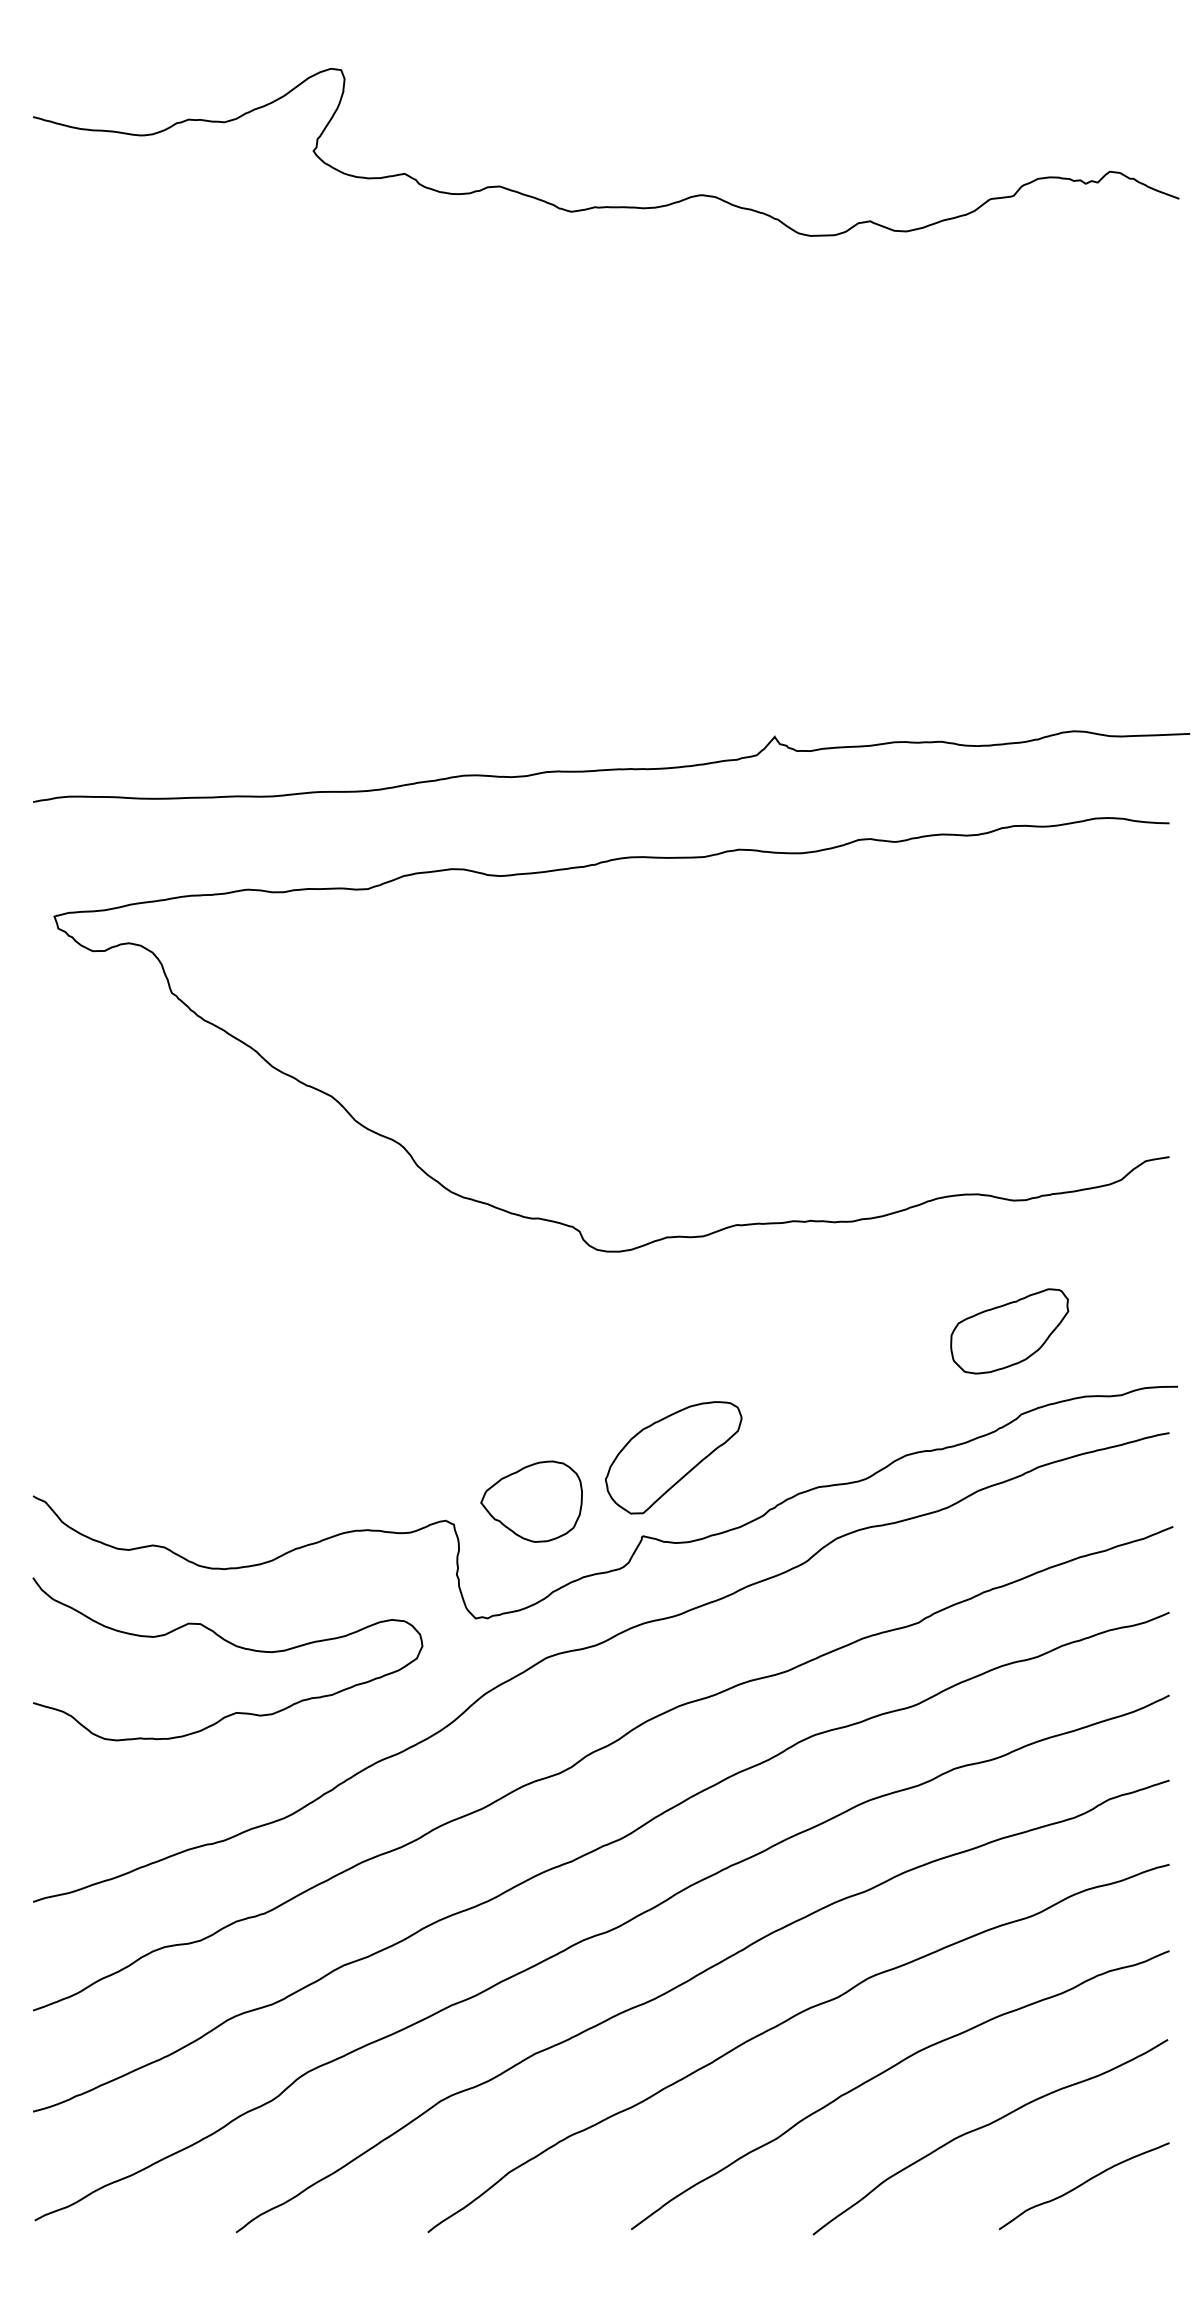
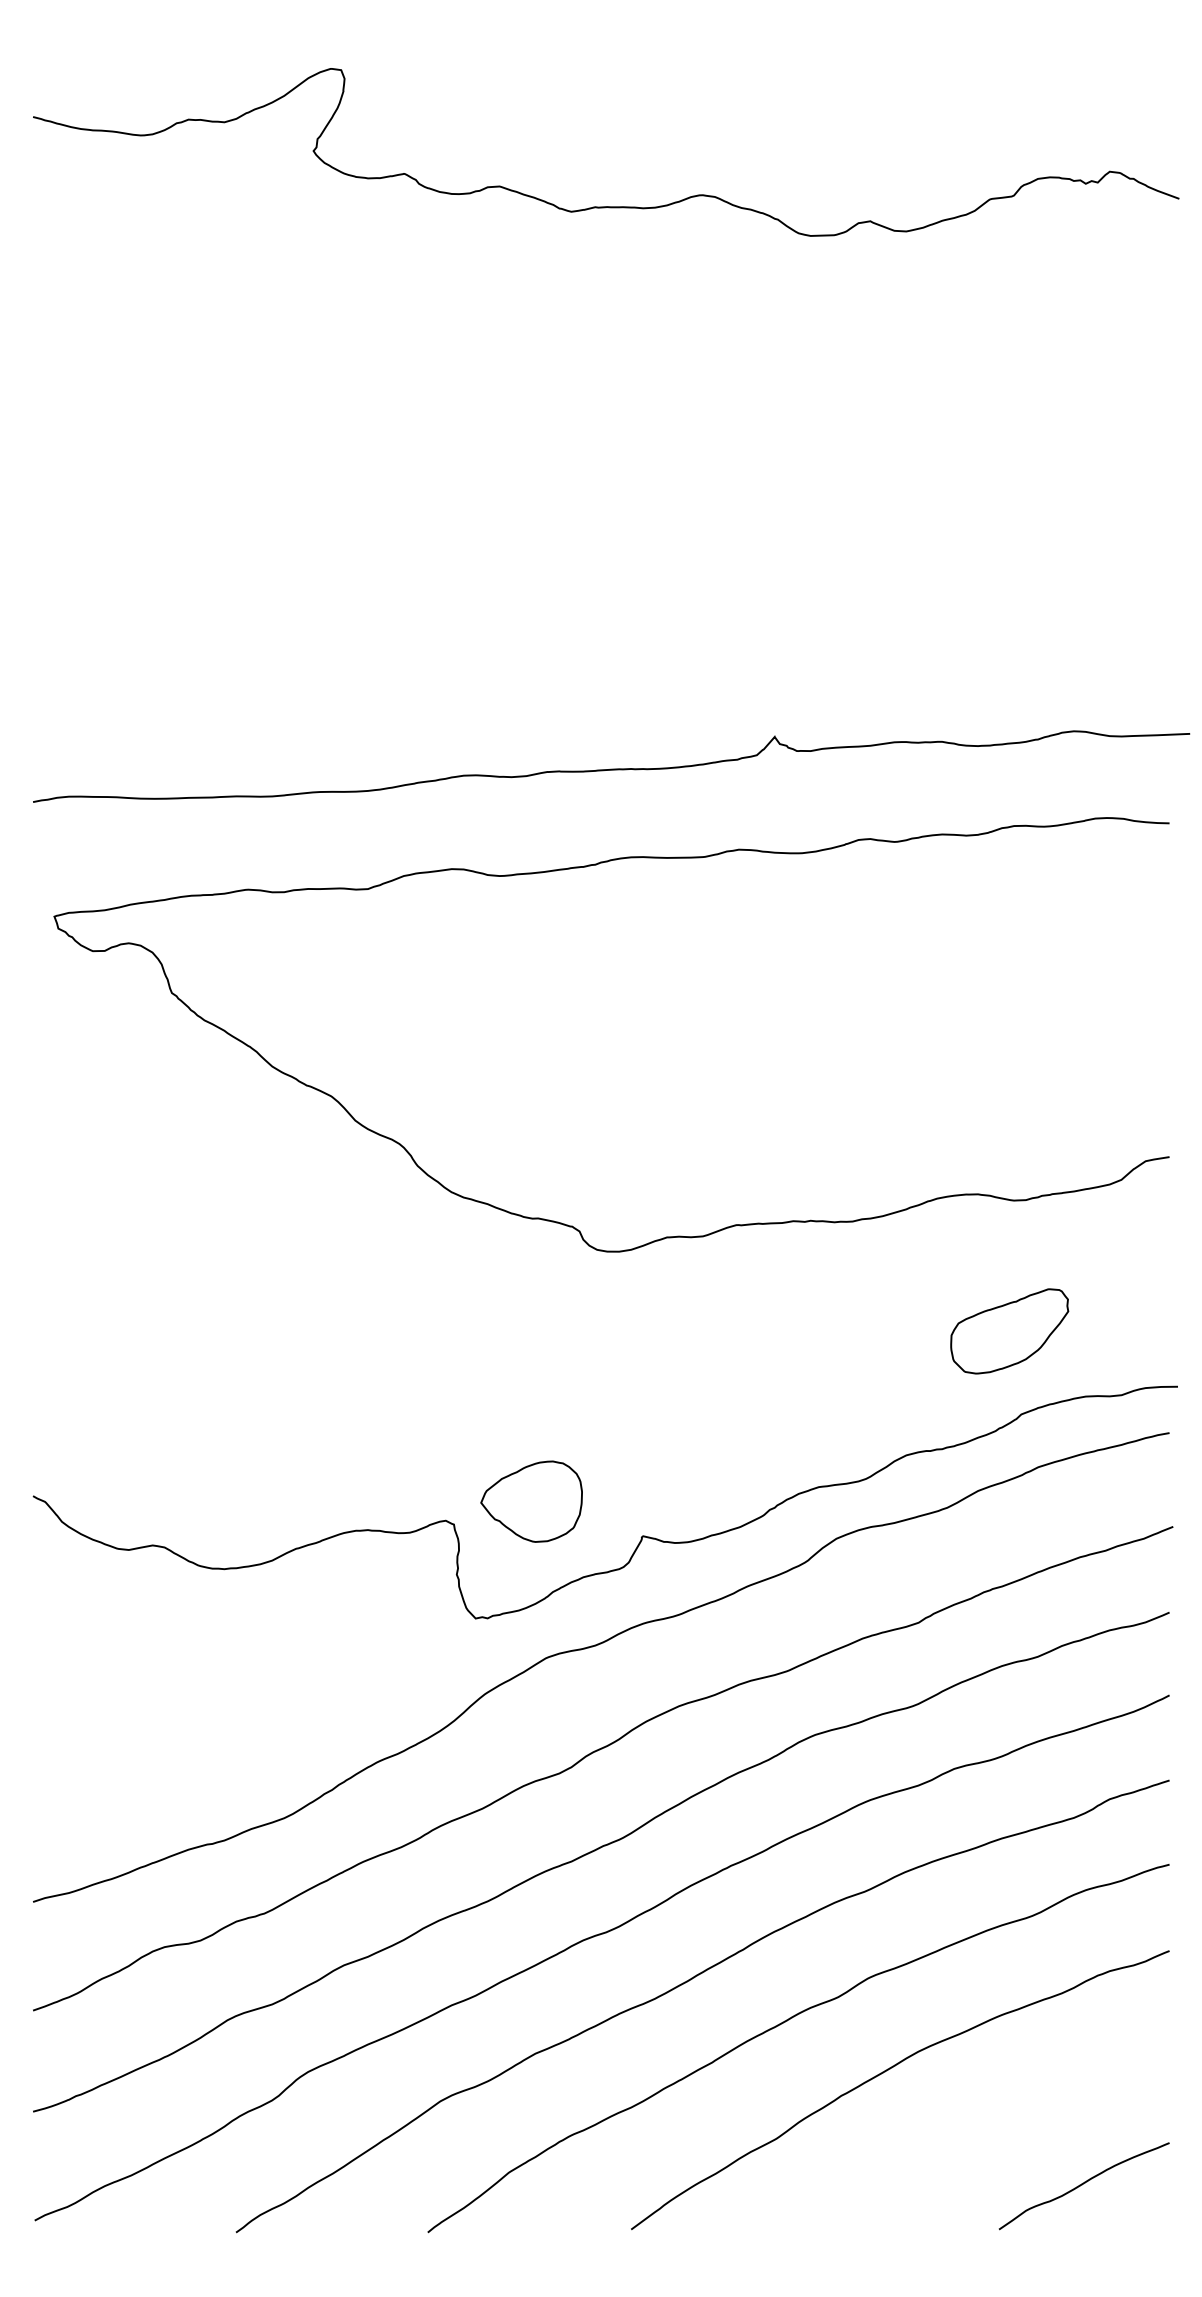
part at (673, 1457): present -> none
curve at (234, 1646): present -> none
curve at (987, 2126): present -> none
